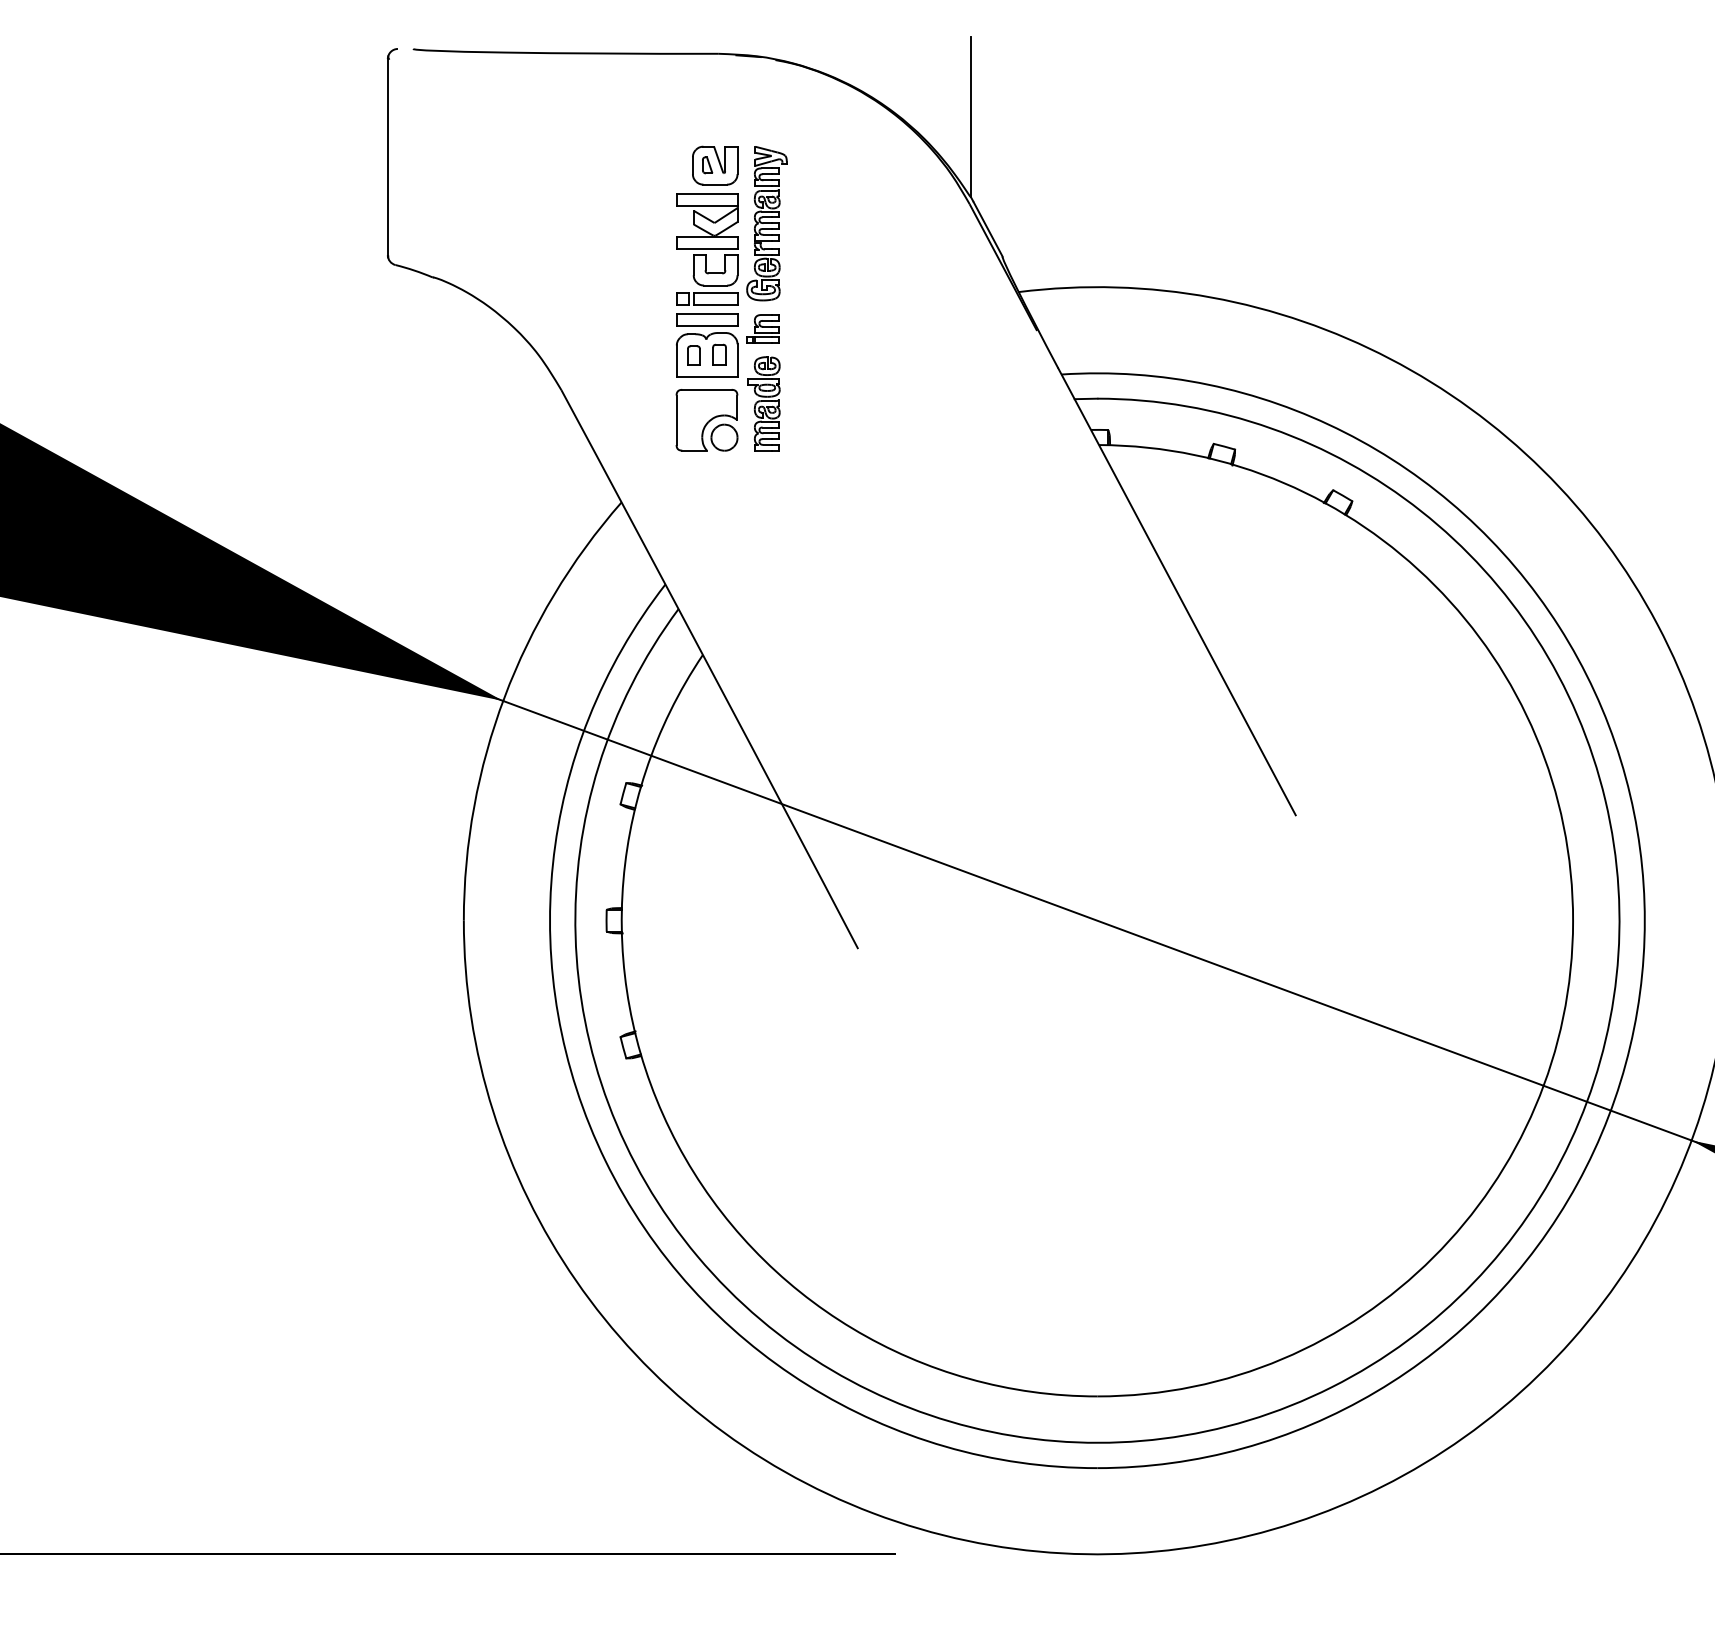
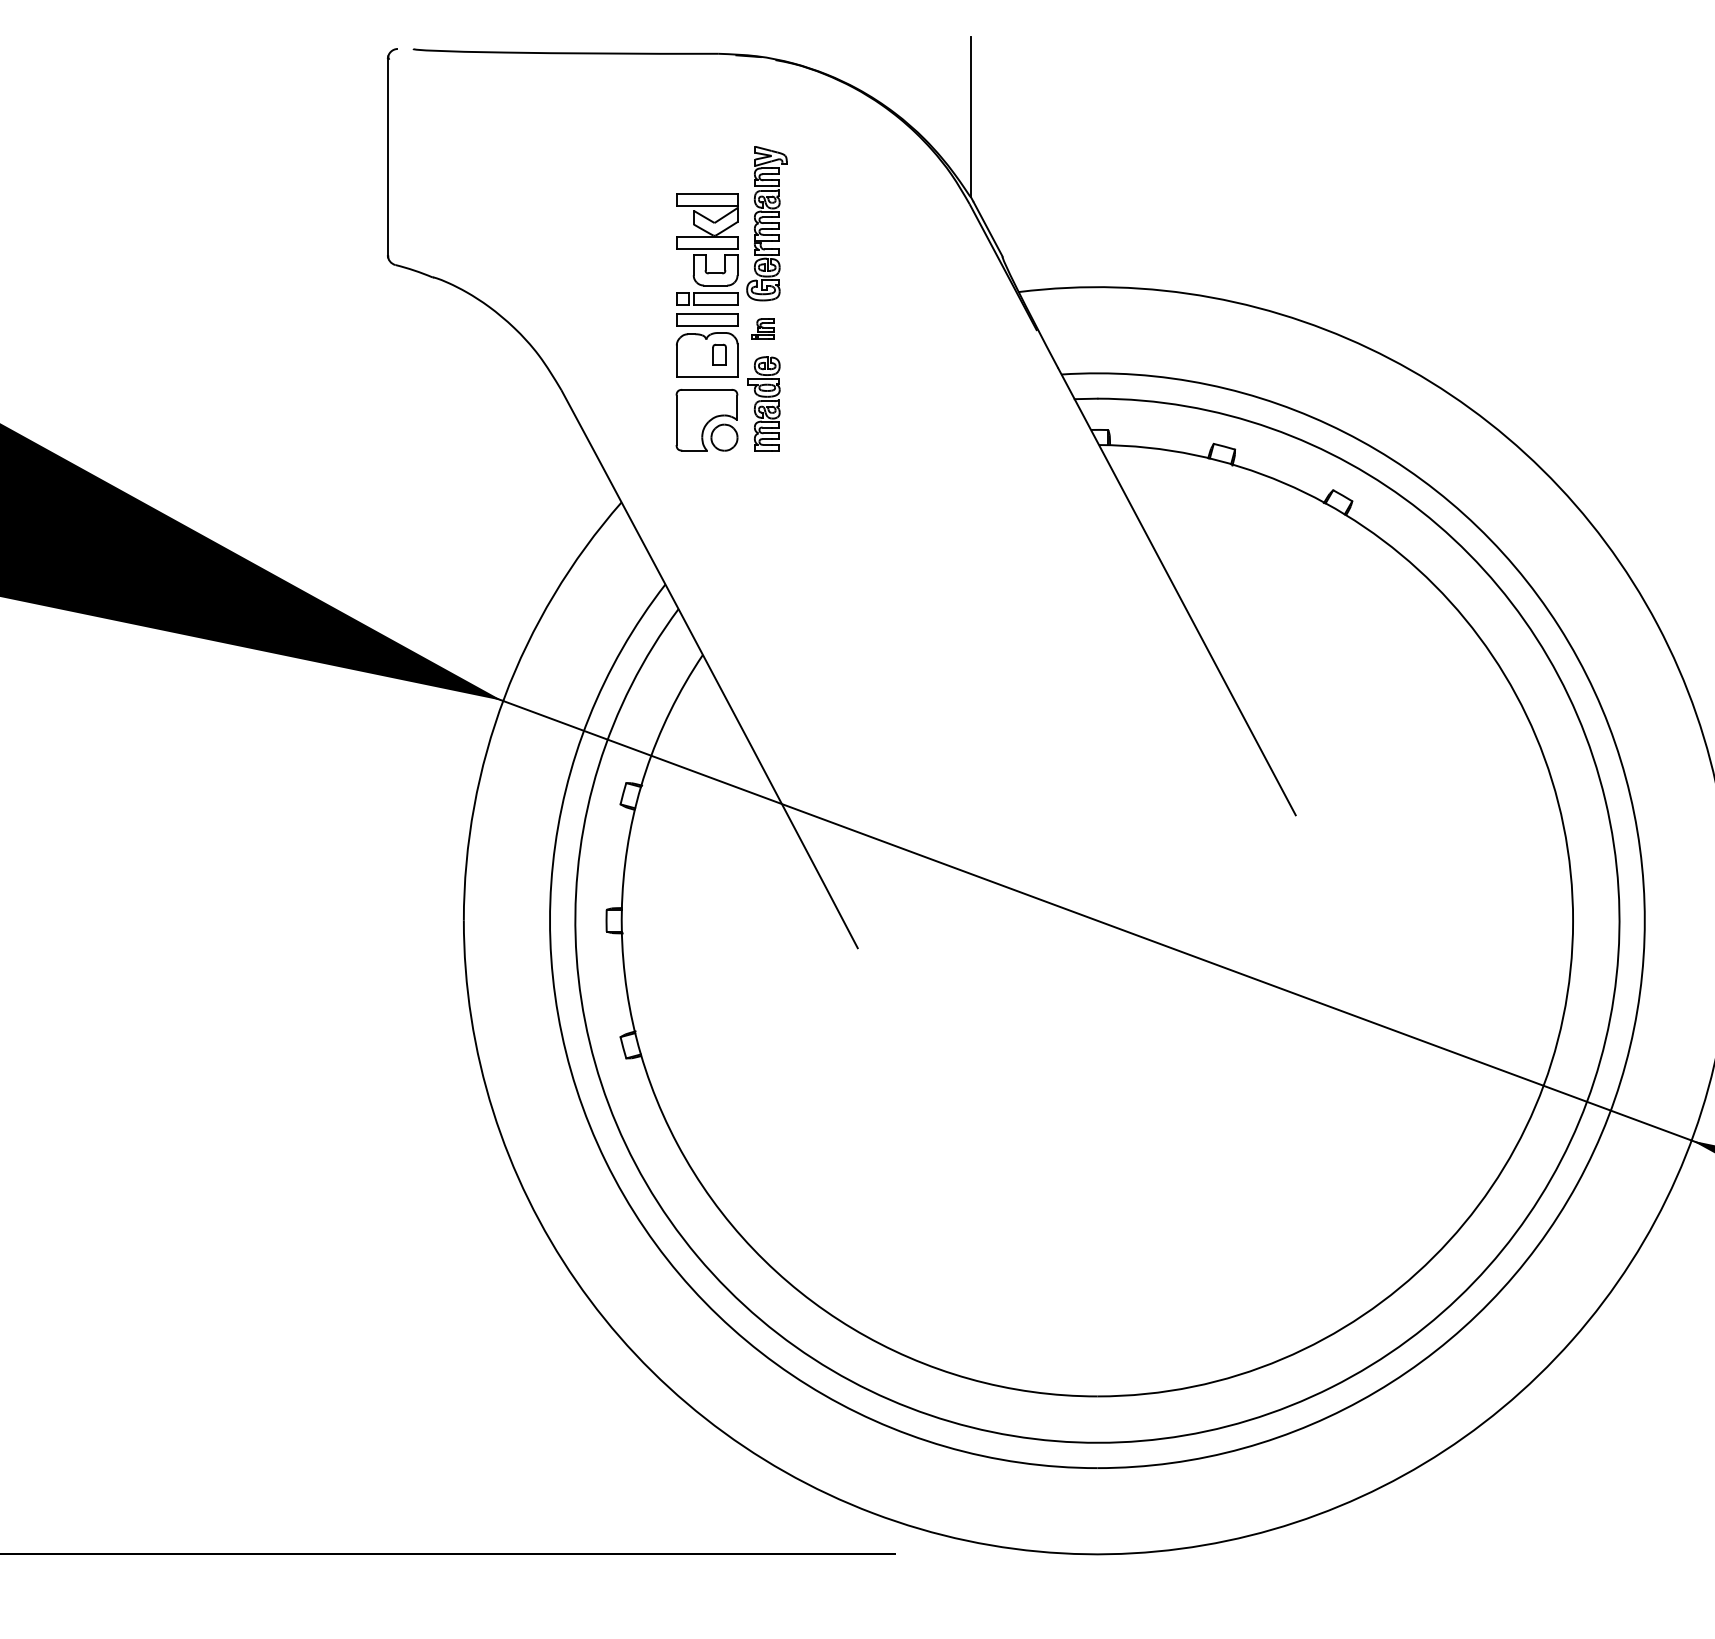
part at (715, 165): present -> none
part at (762, 328) size: 34x30 px -> 24x22 px
part at (693, 355): present -> none
